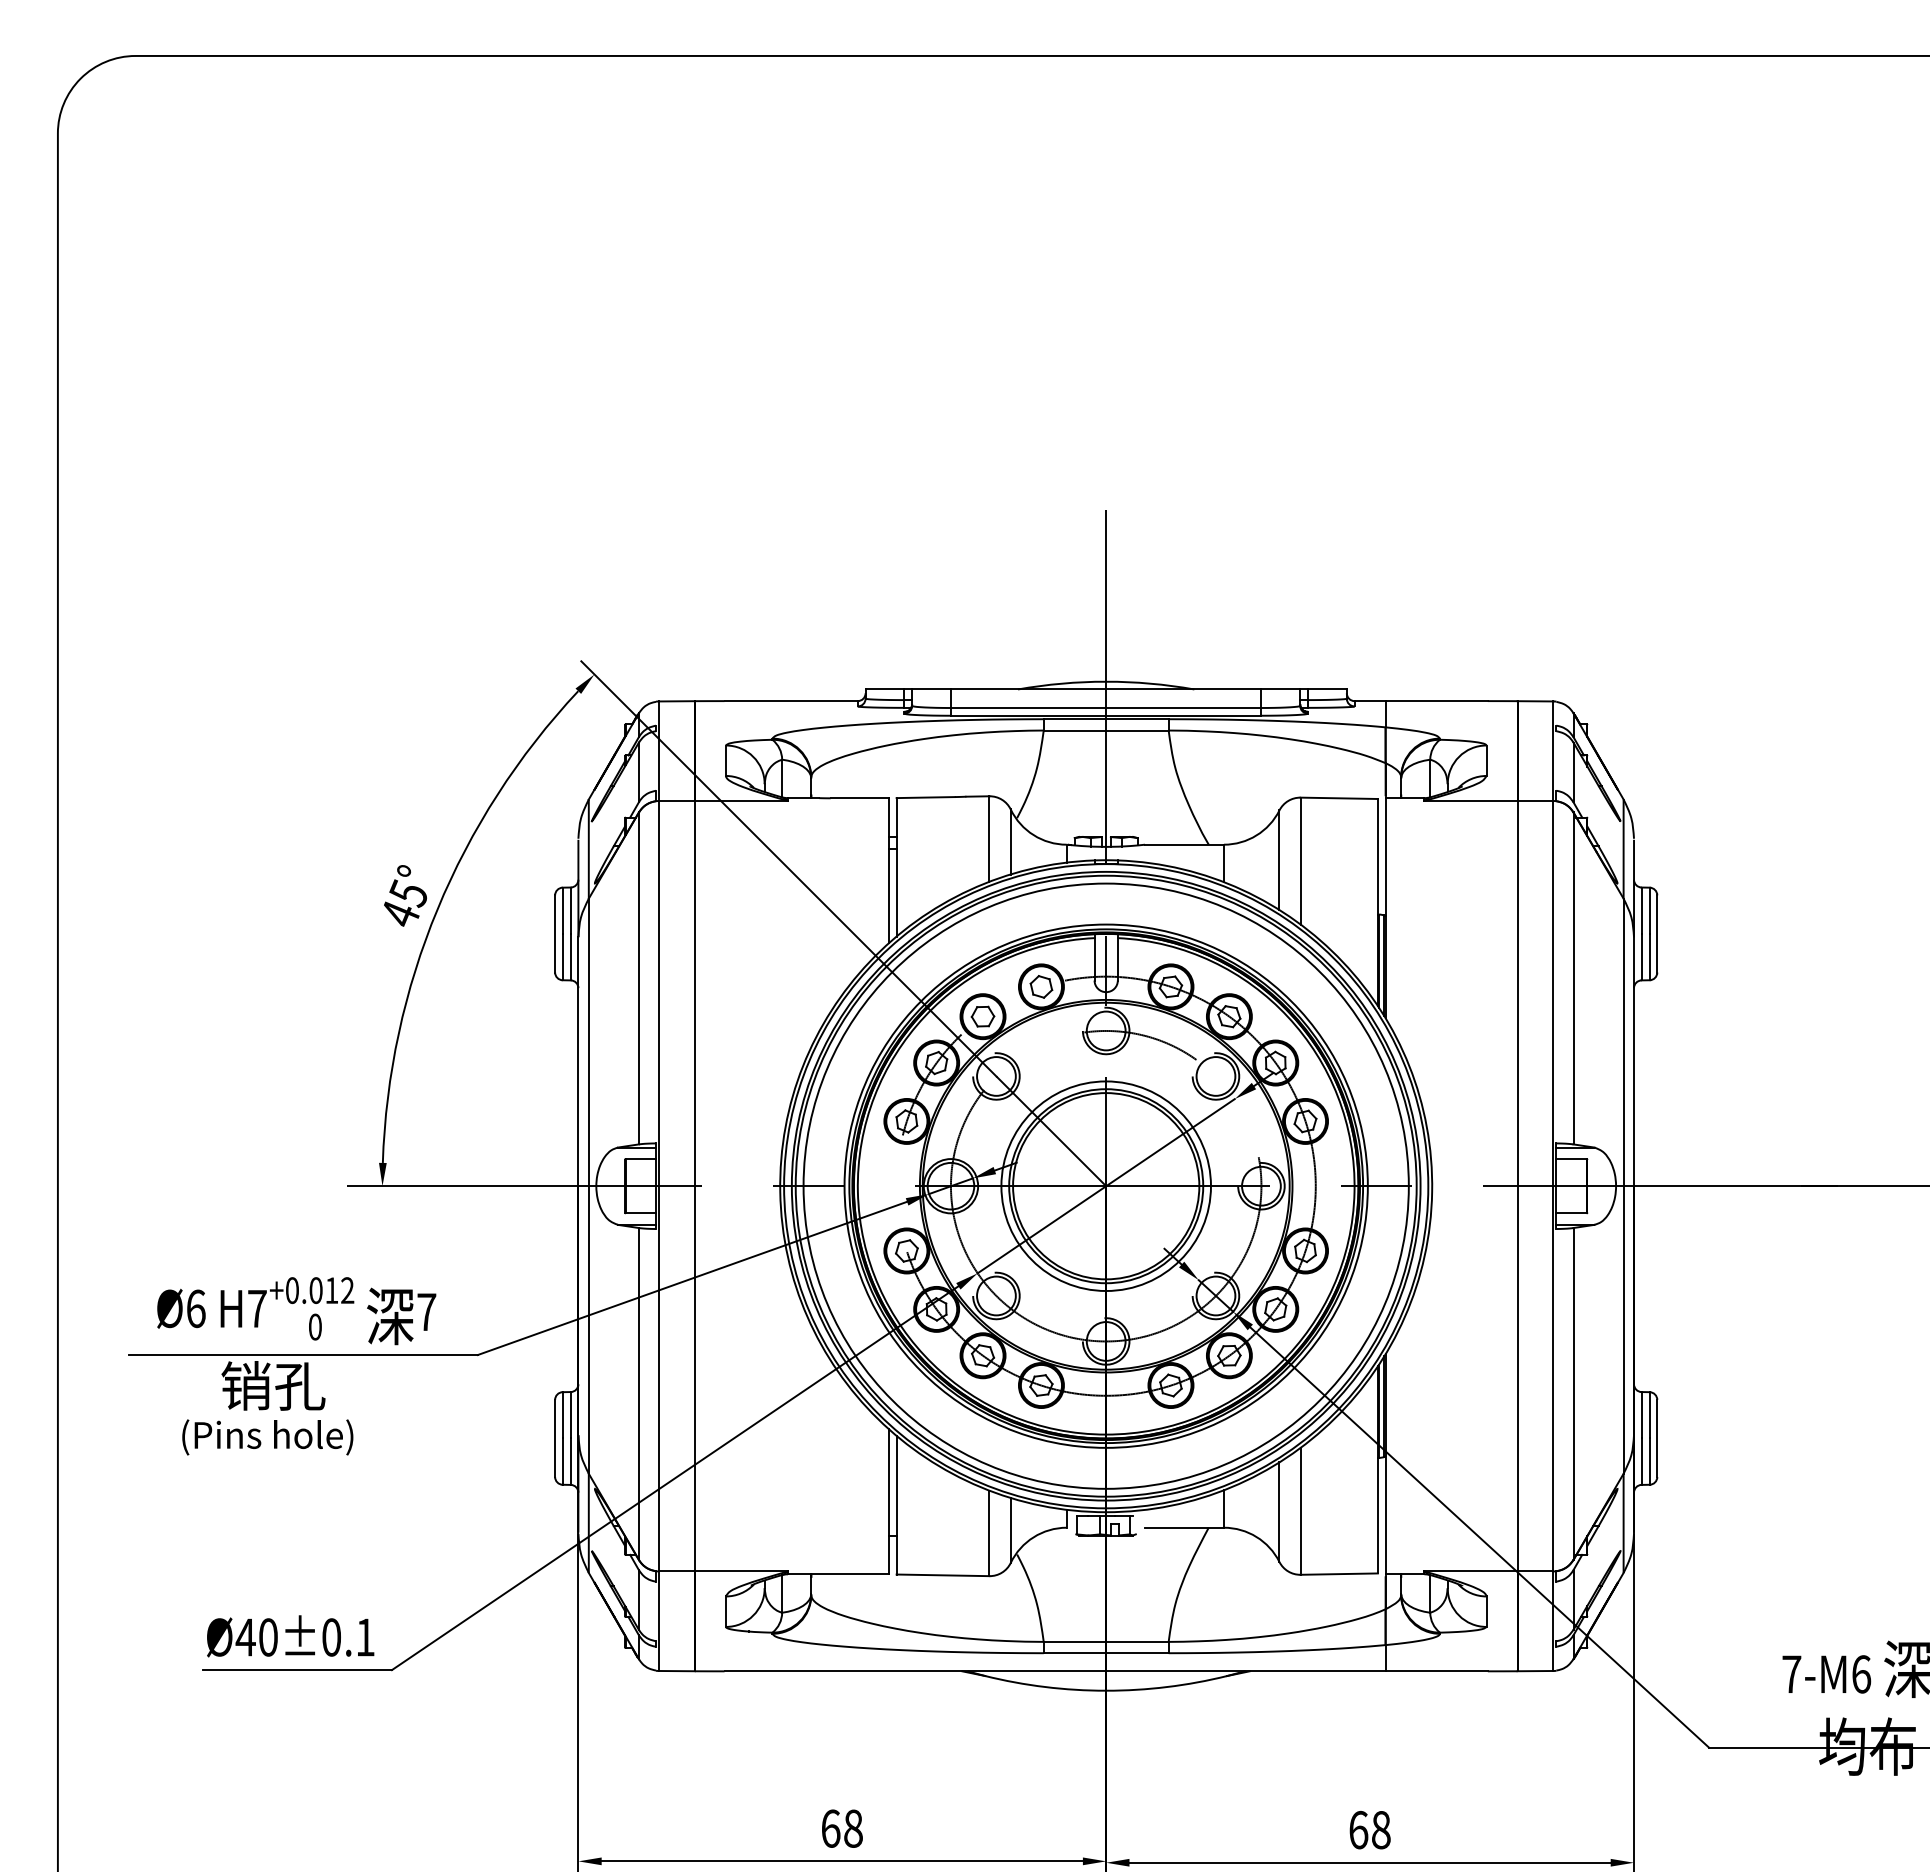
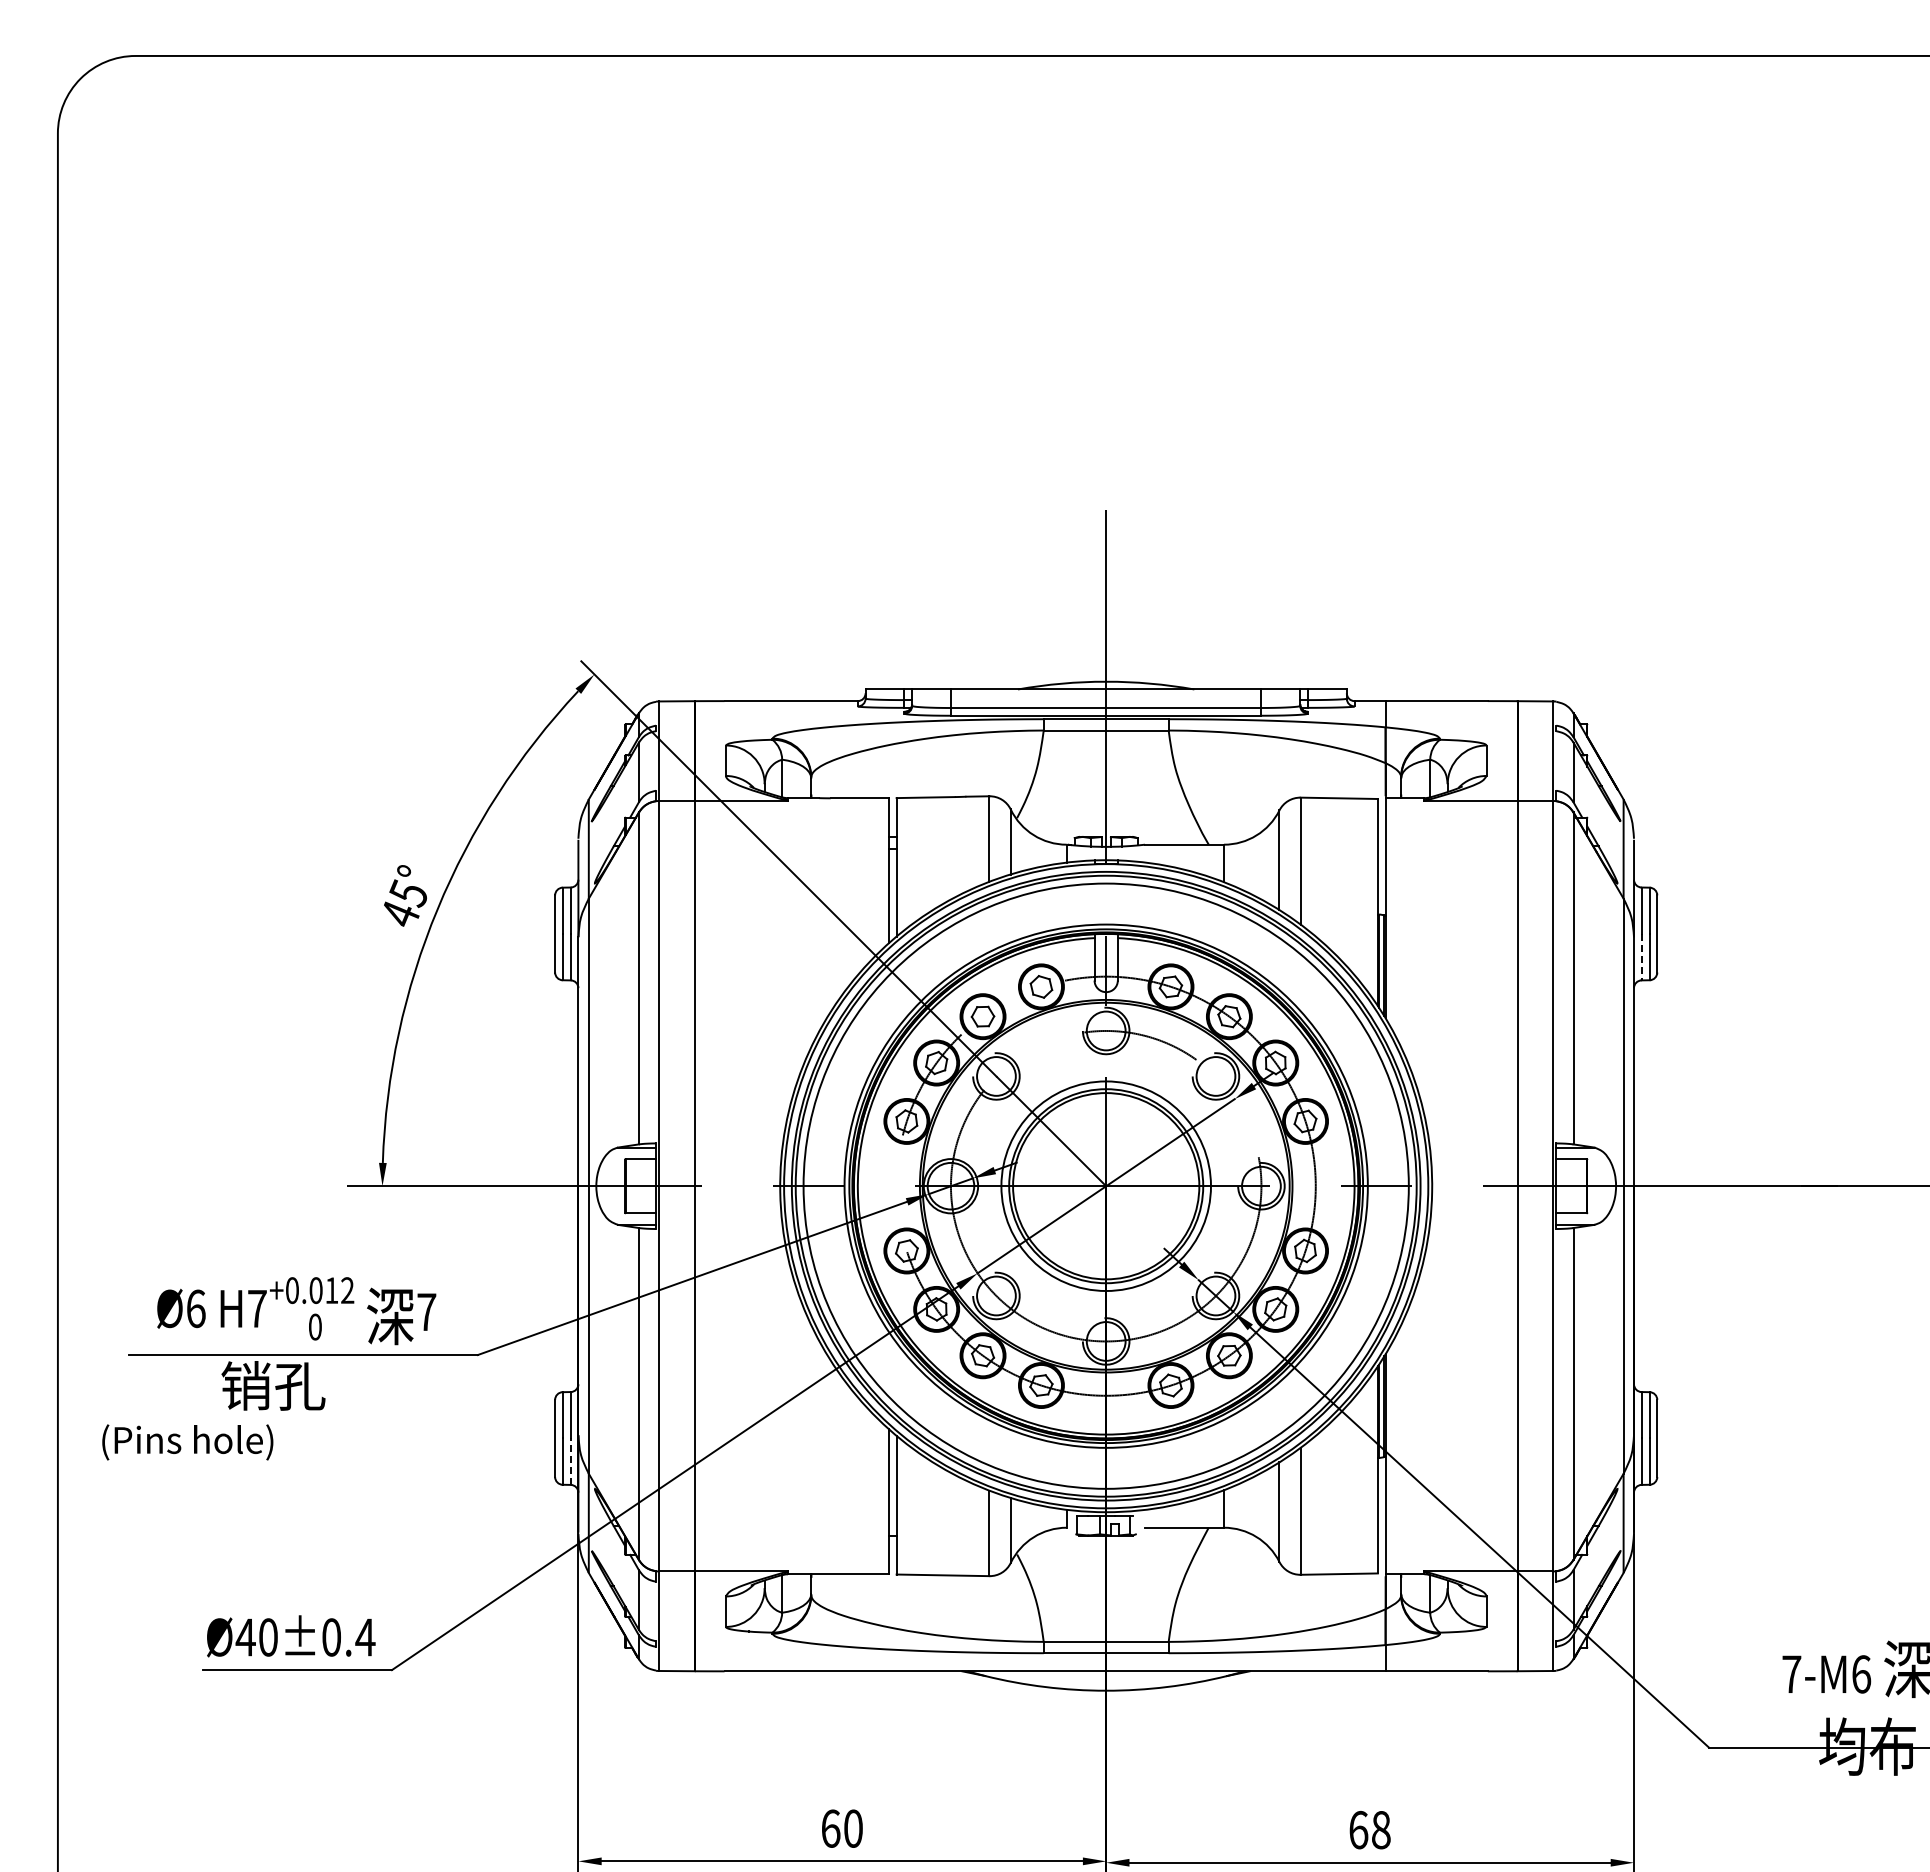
line at (1641, 957): solid -> dashed
text at (267, 1437) position: (267, 1437) -> (187, 1442)
line at (570, 1461): solid -> dashed
text at (365, 1637): Ø40±0.1 -> Ø40±0.4
text at (853, 1828): 68 -> 60
